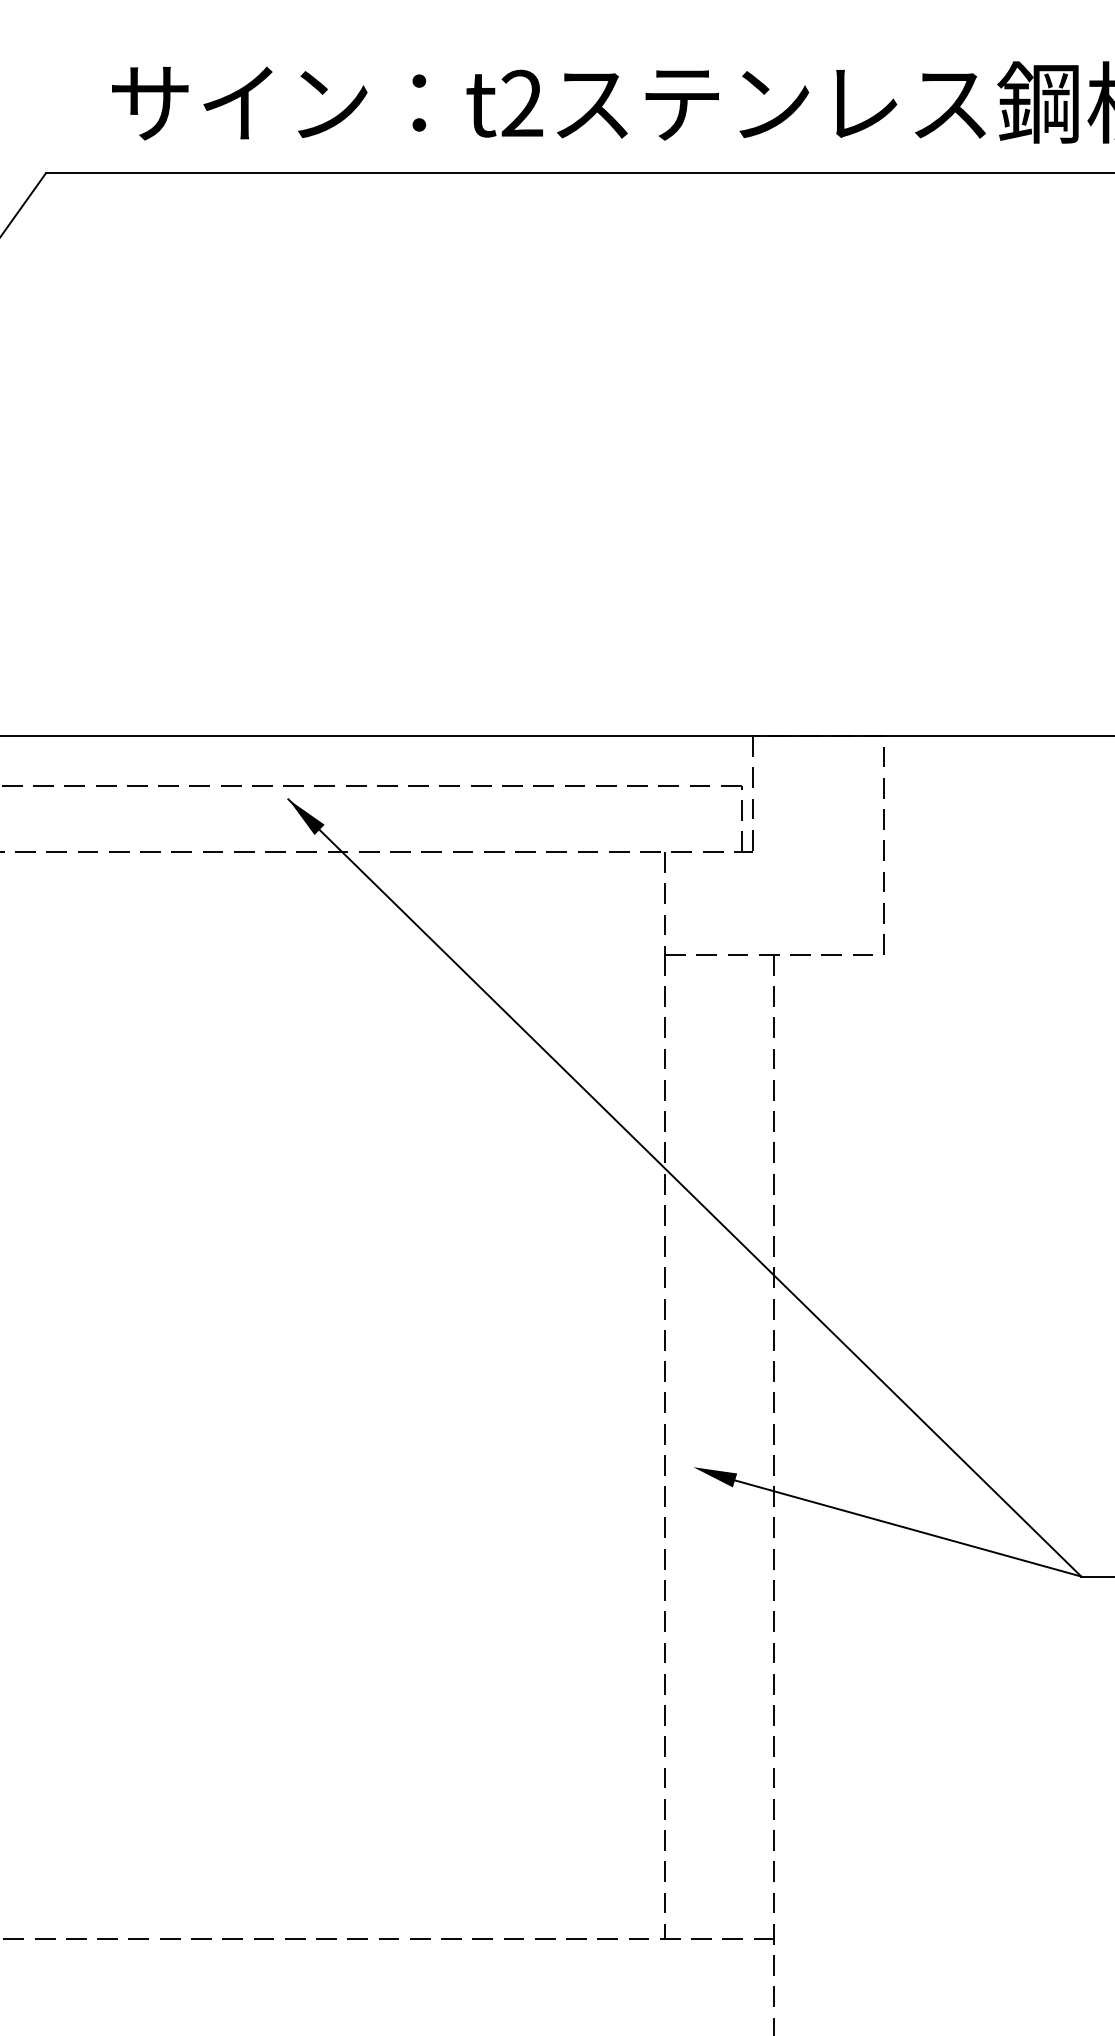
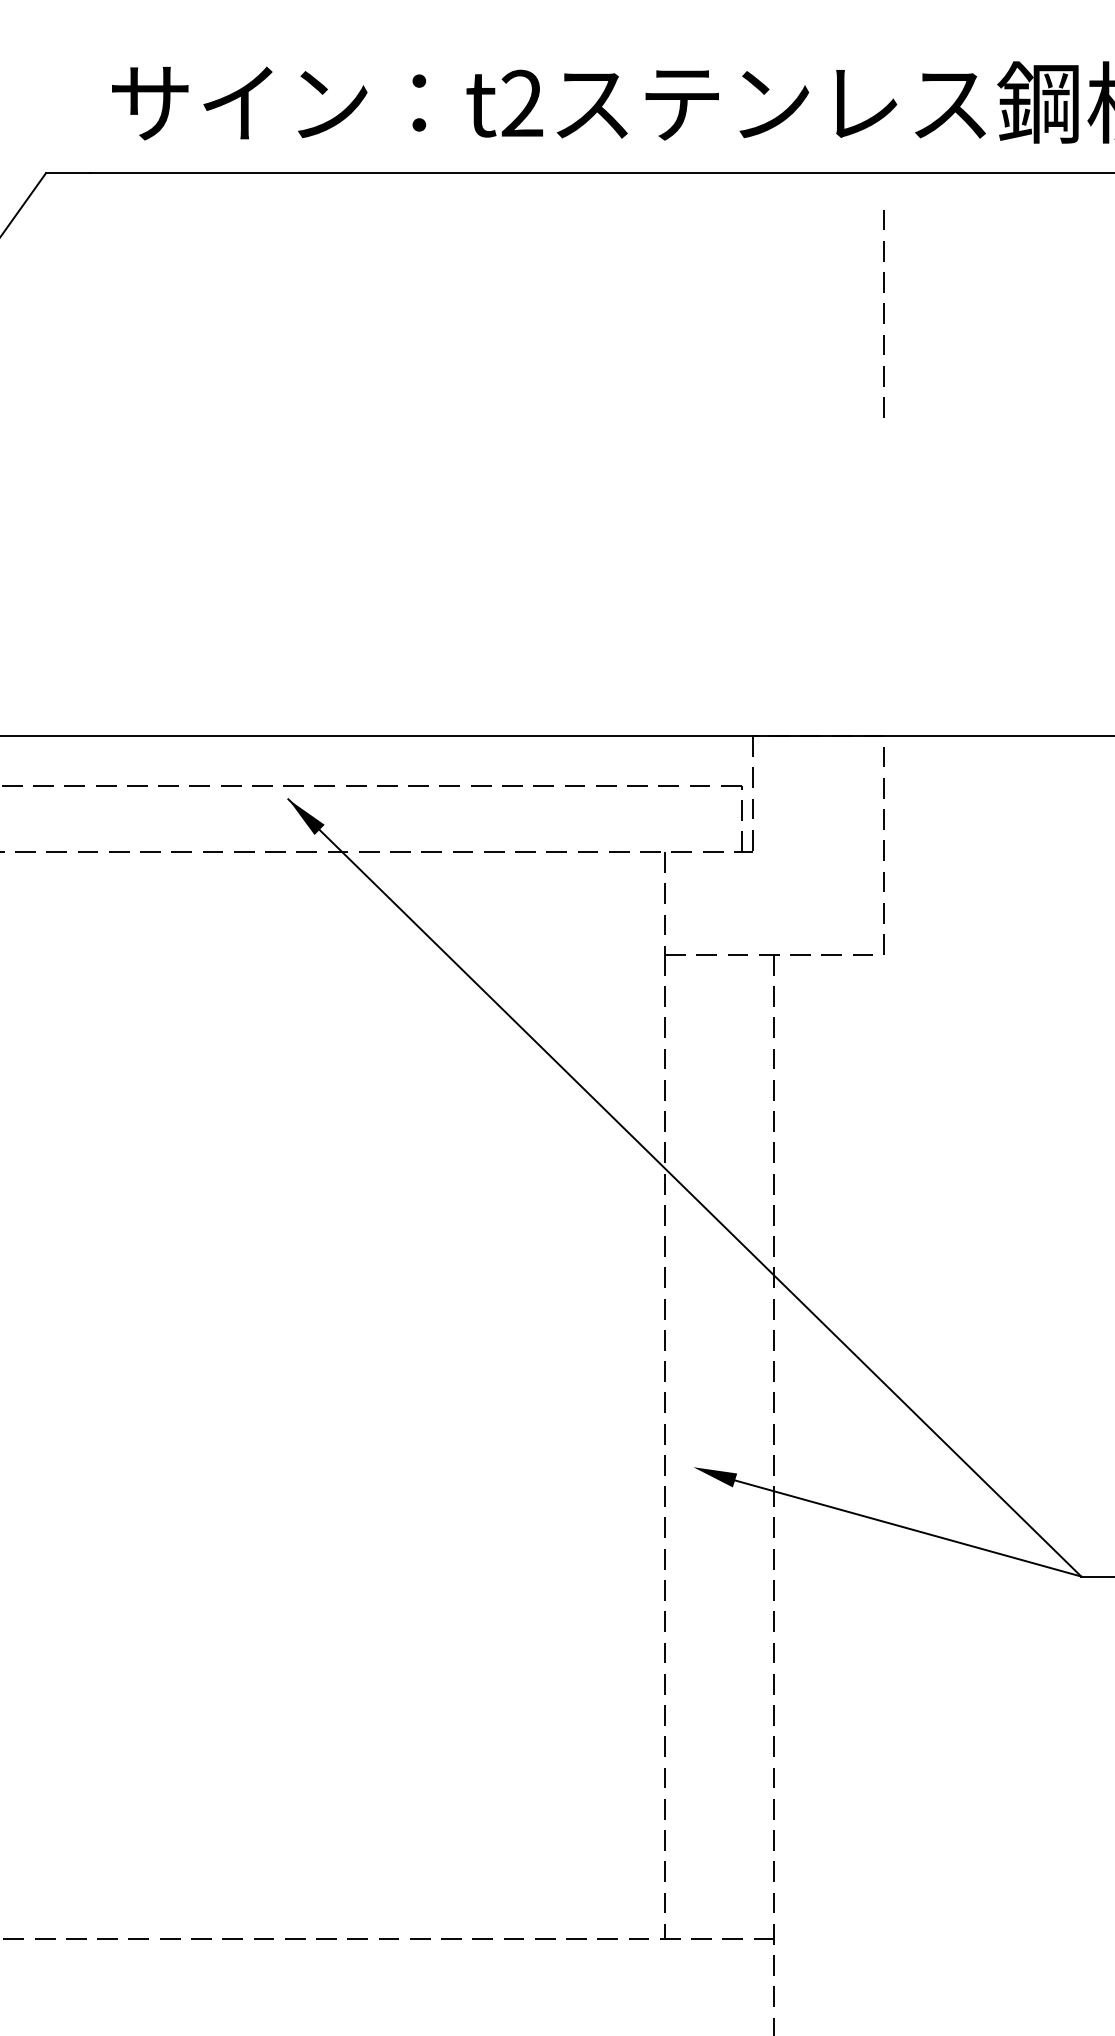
line at (883, 313): none -> present
